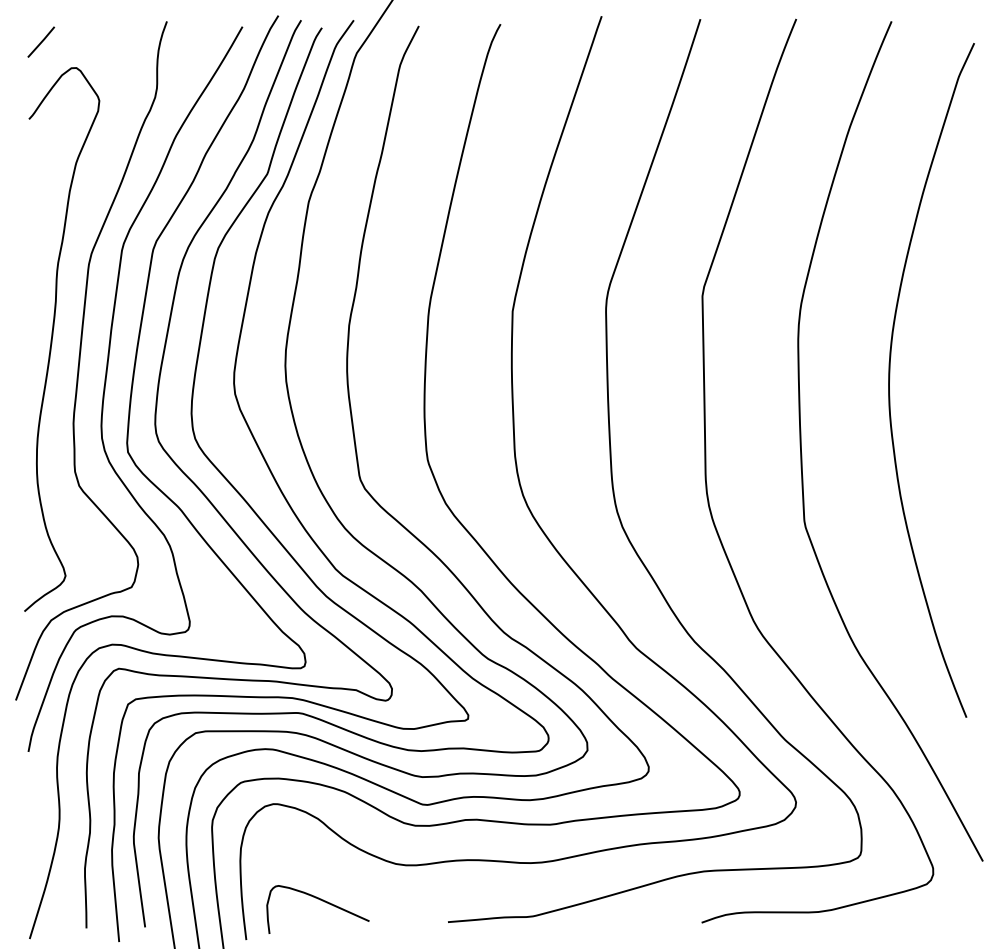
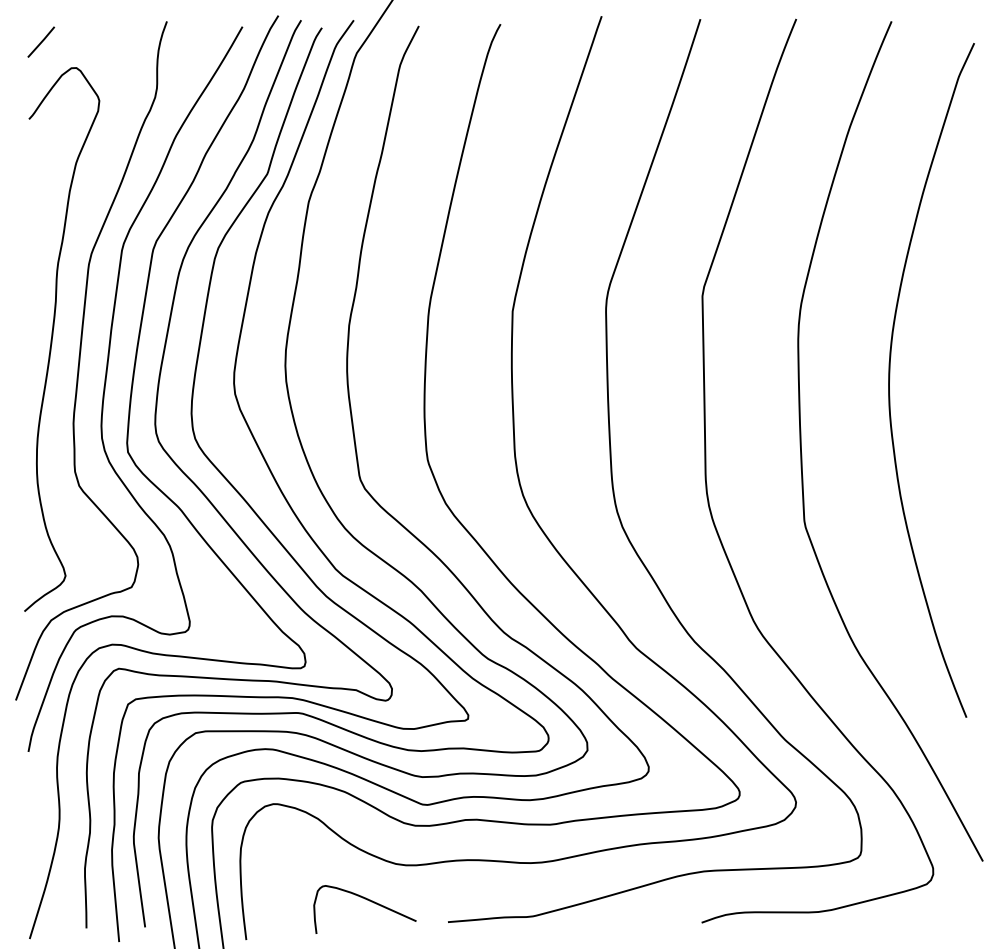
curve at (322, 901) position: (322, 901) -> (369, 901)
